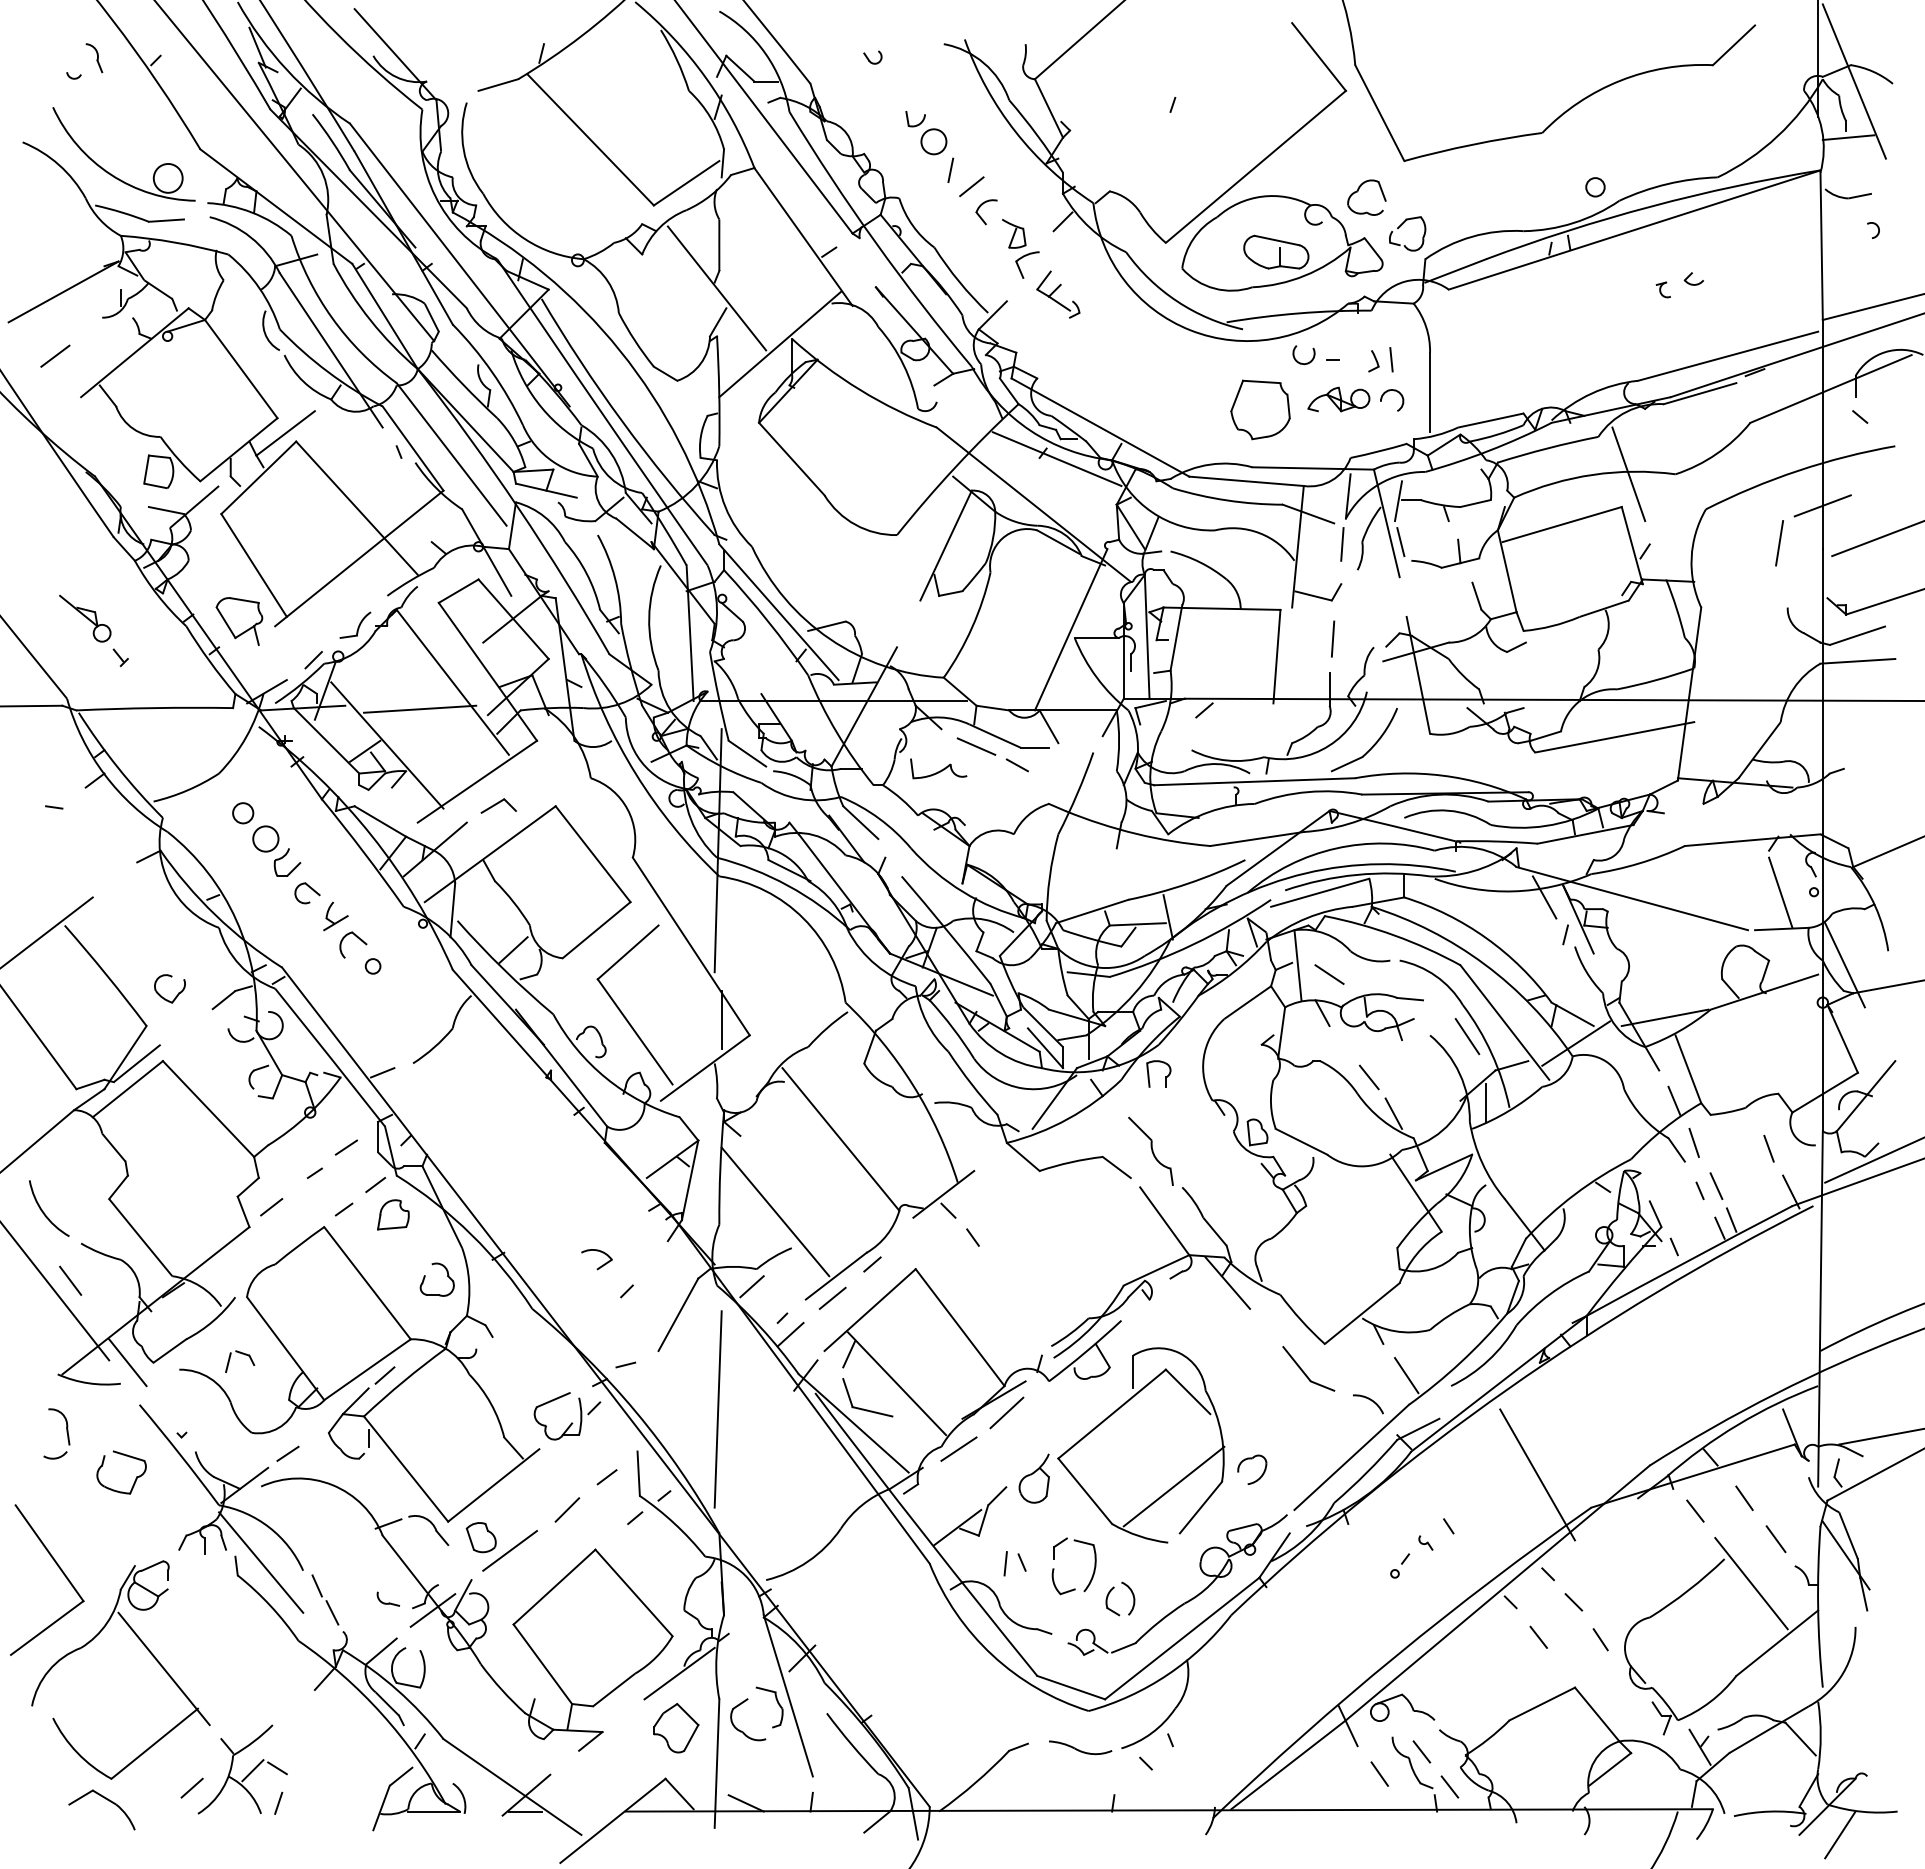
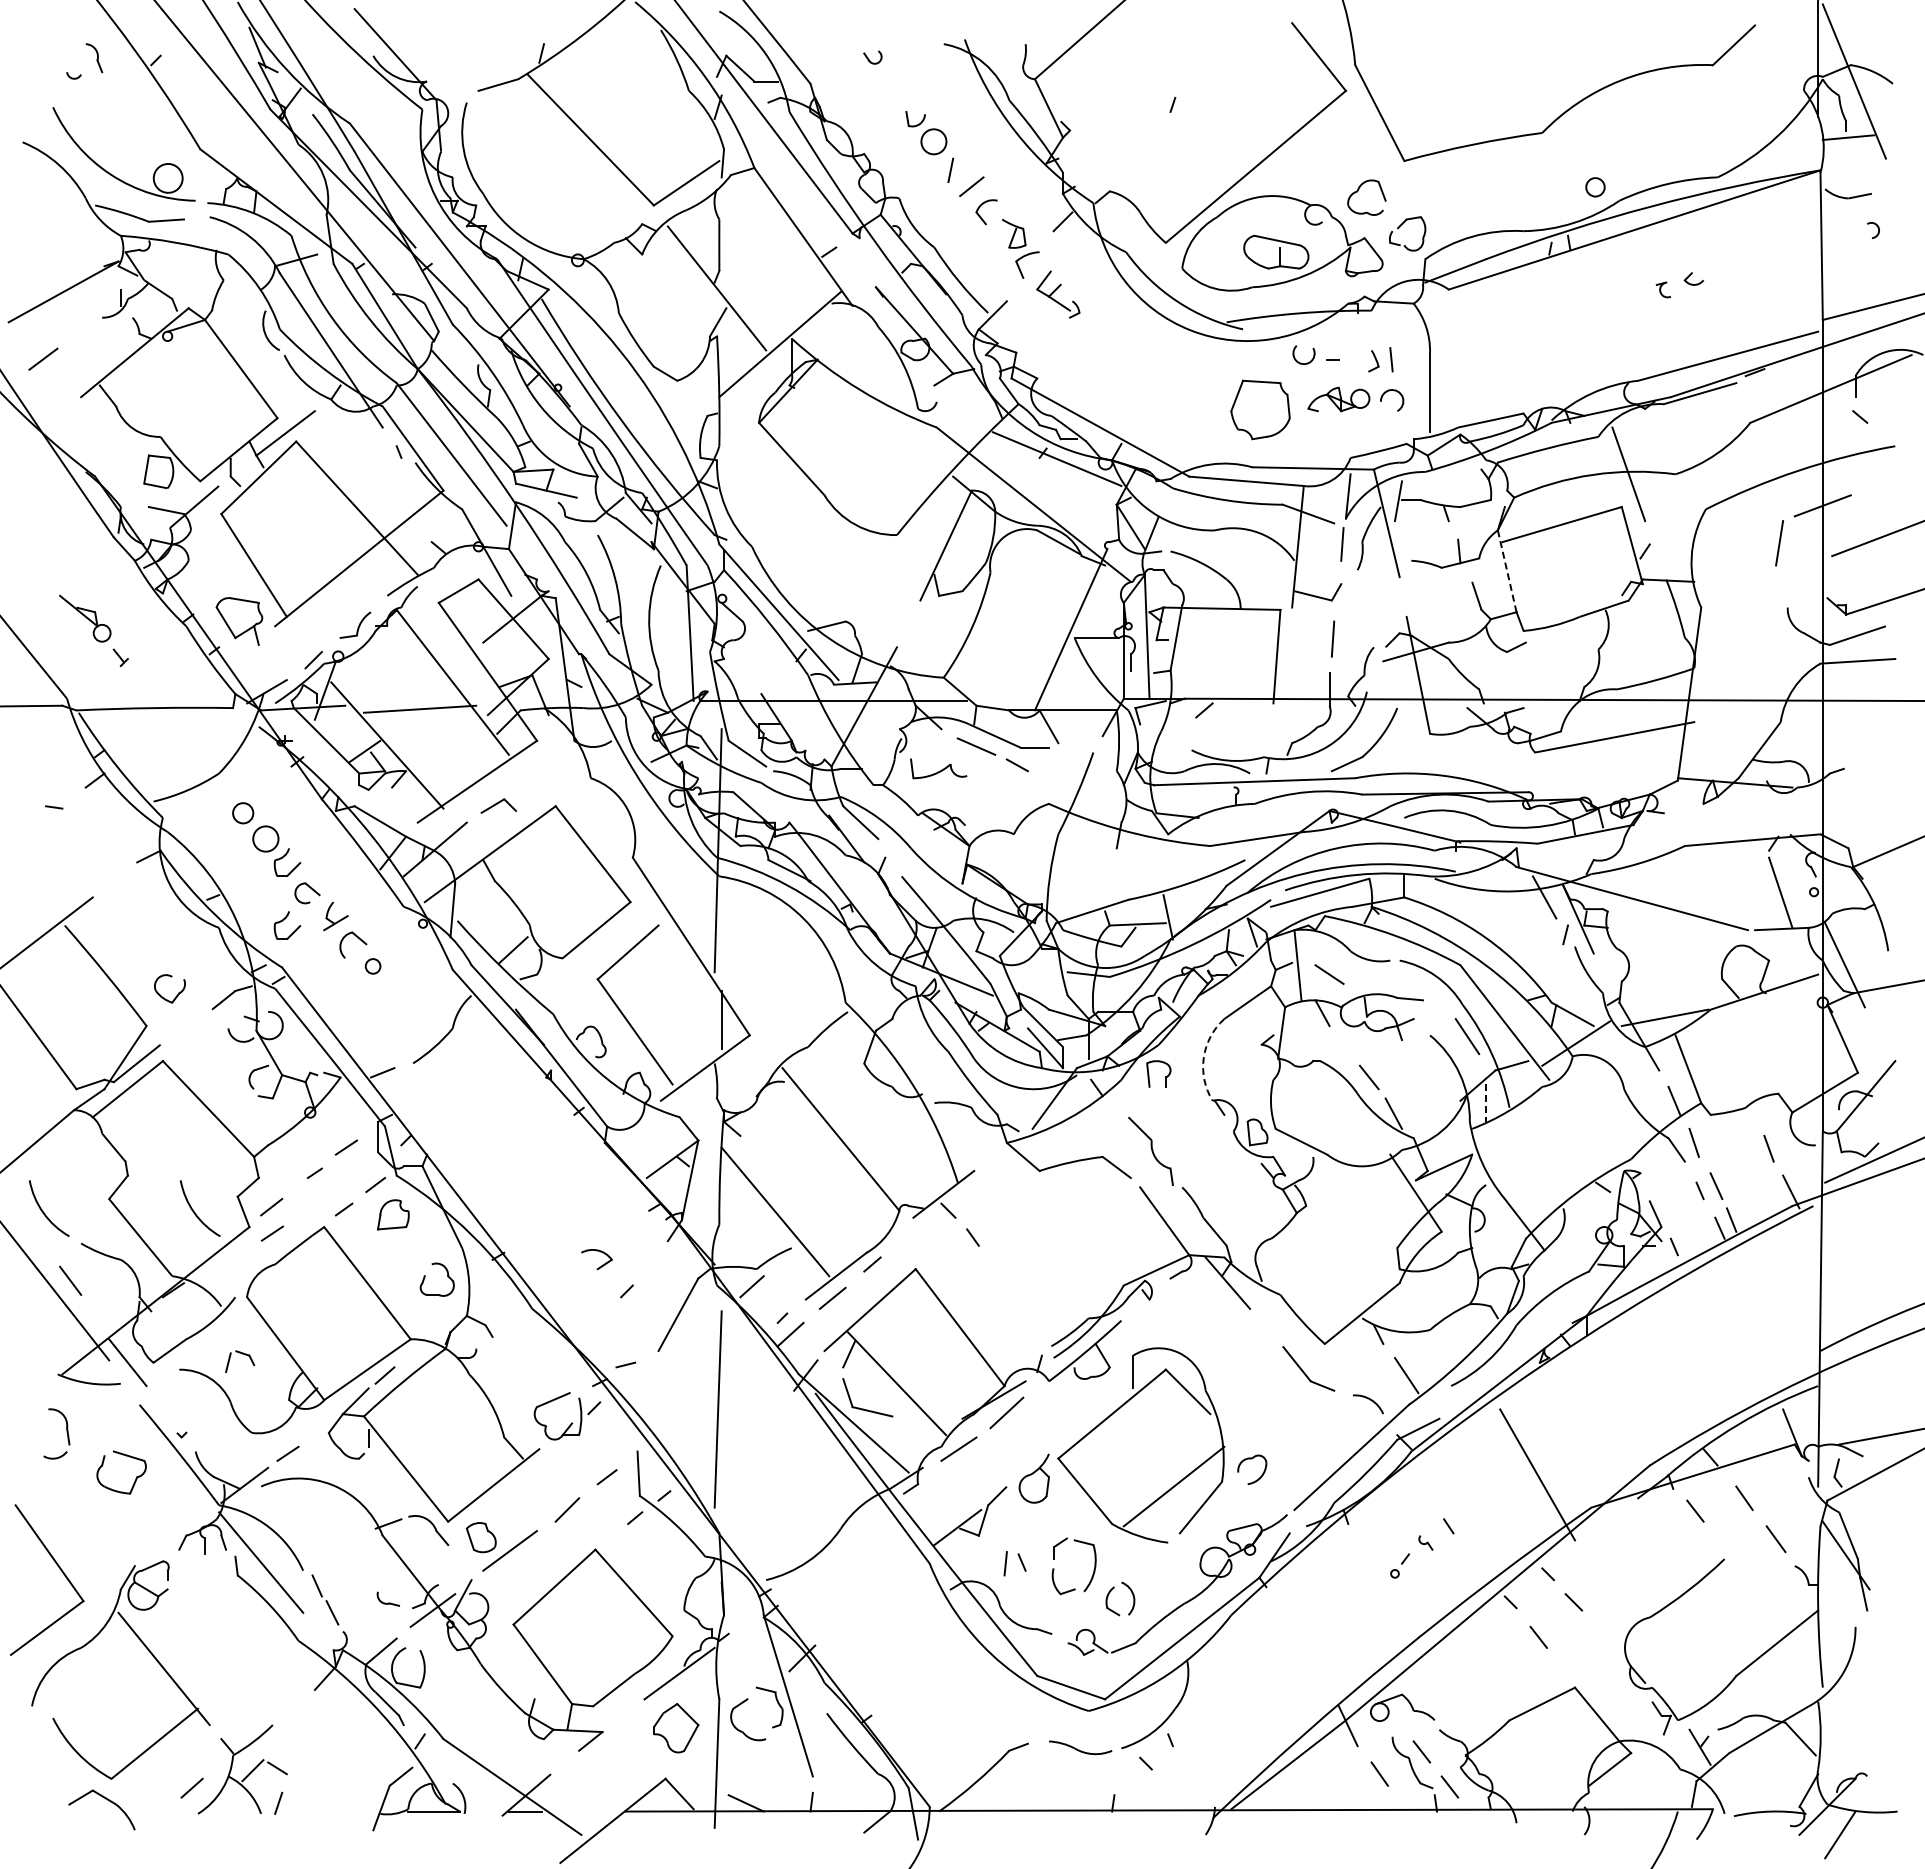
line at (55, 355) position: (55, 355) -> (43, 358)
line at (1400, 542): present -> none
line at (1507, 571): solid -> dashed
part at (287, 925): none -> present
arc at (1203, 1057): solid -> dashed
line at (1486, 1103): solid -> dashed
arc at (195, 1212): none -> present
line at (271, 1233): none -> present
line at (1751, 1583): present -> none
line at (1600, 1639): present -> none
